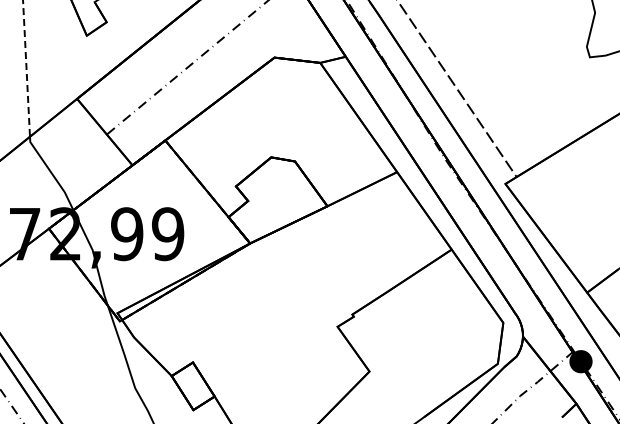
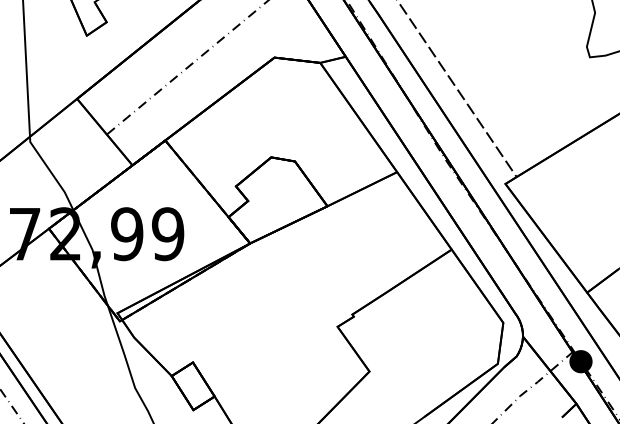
line at (26, 68): dashed -> solid
